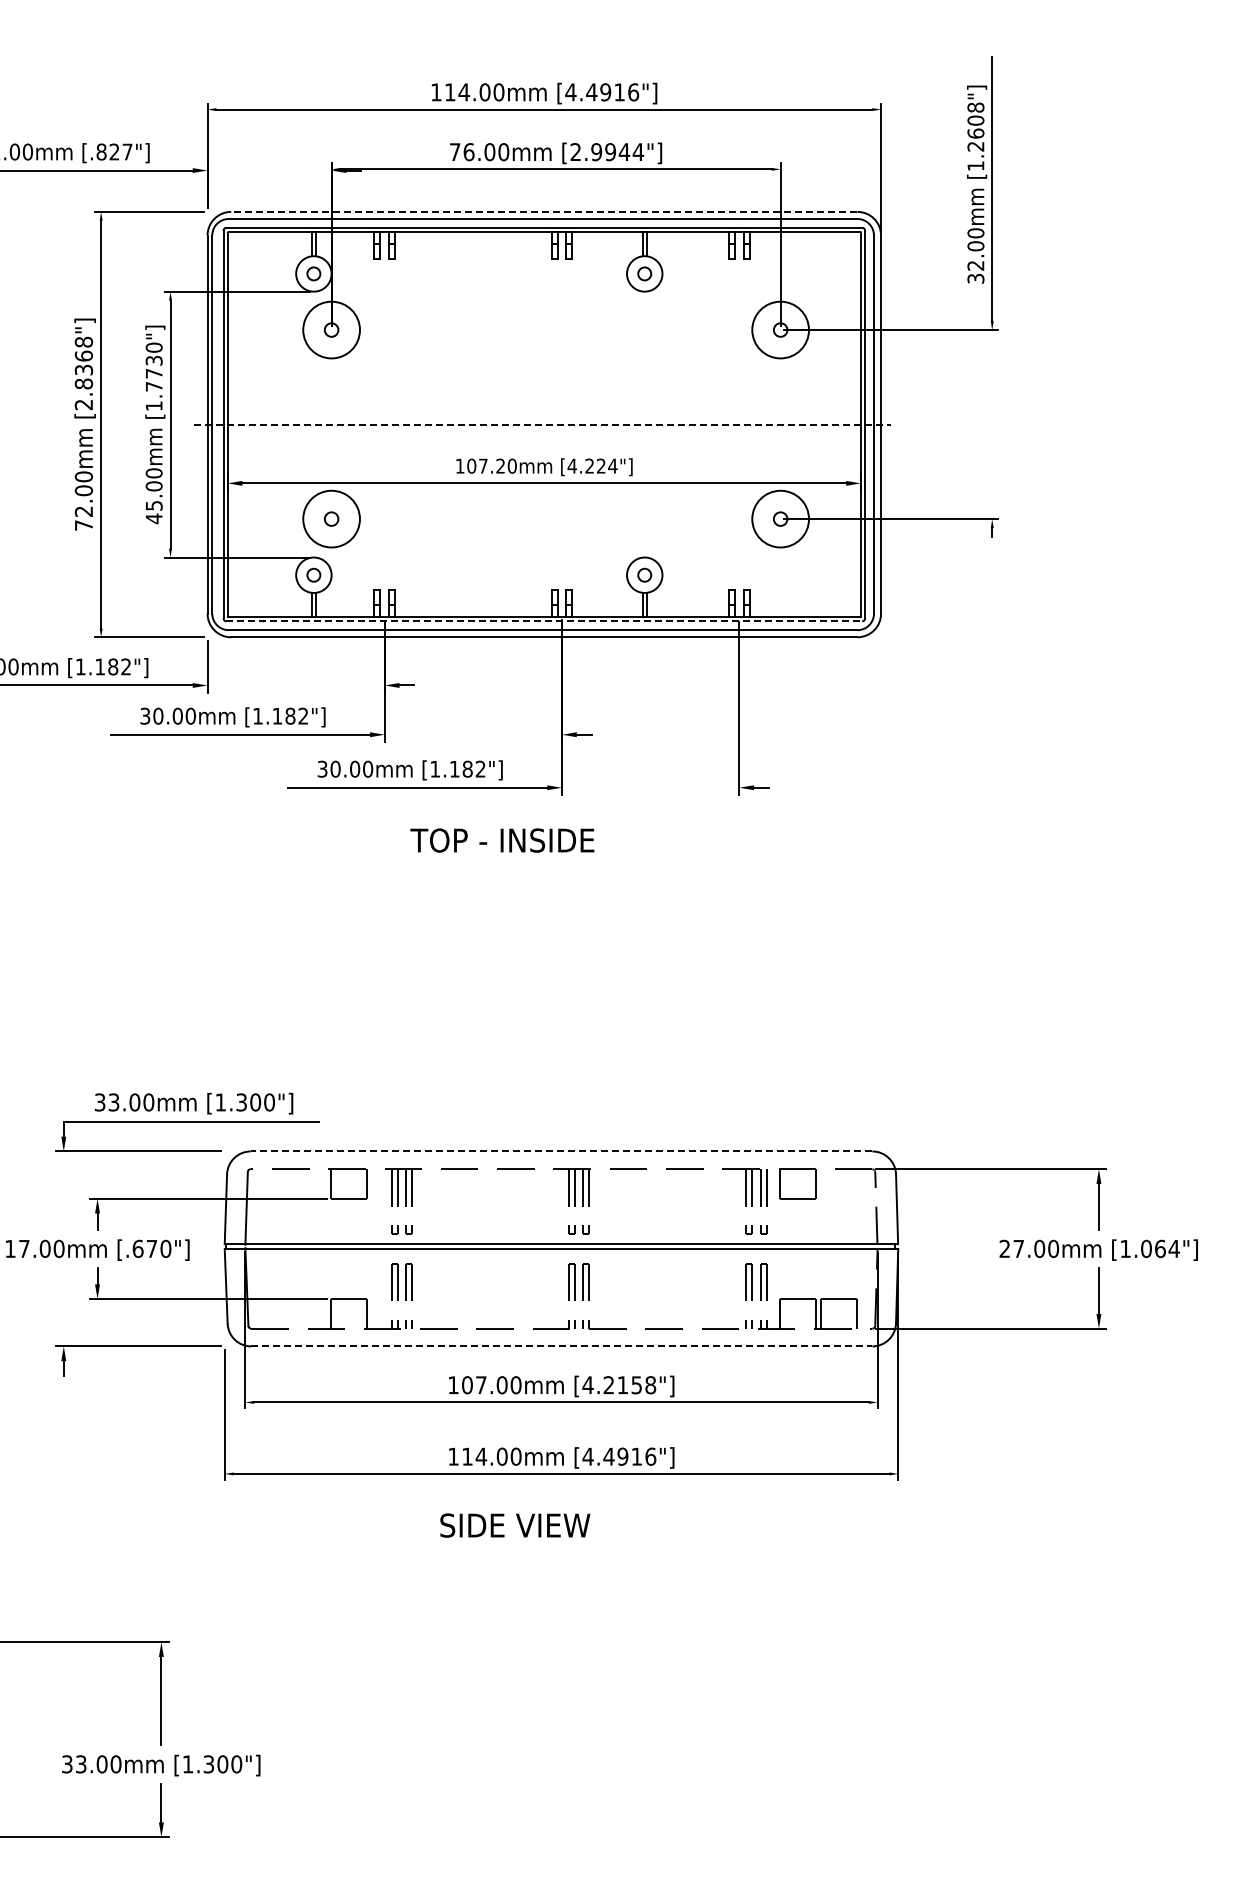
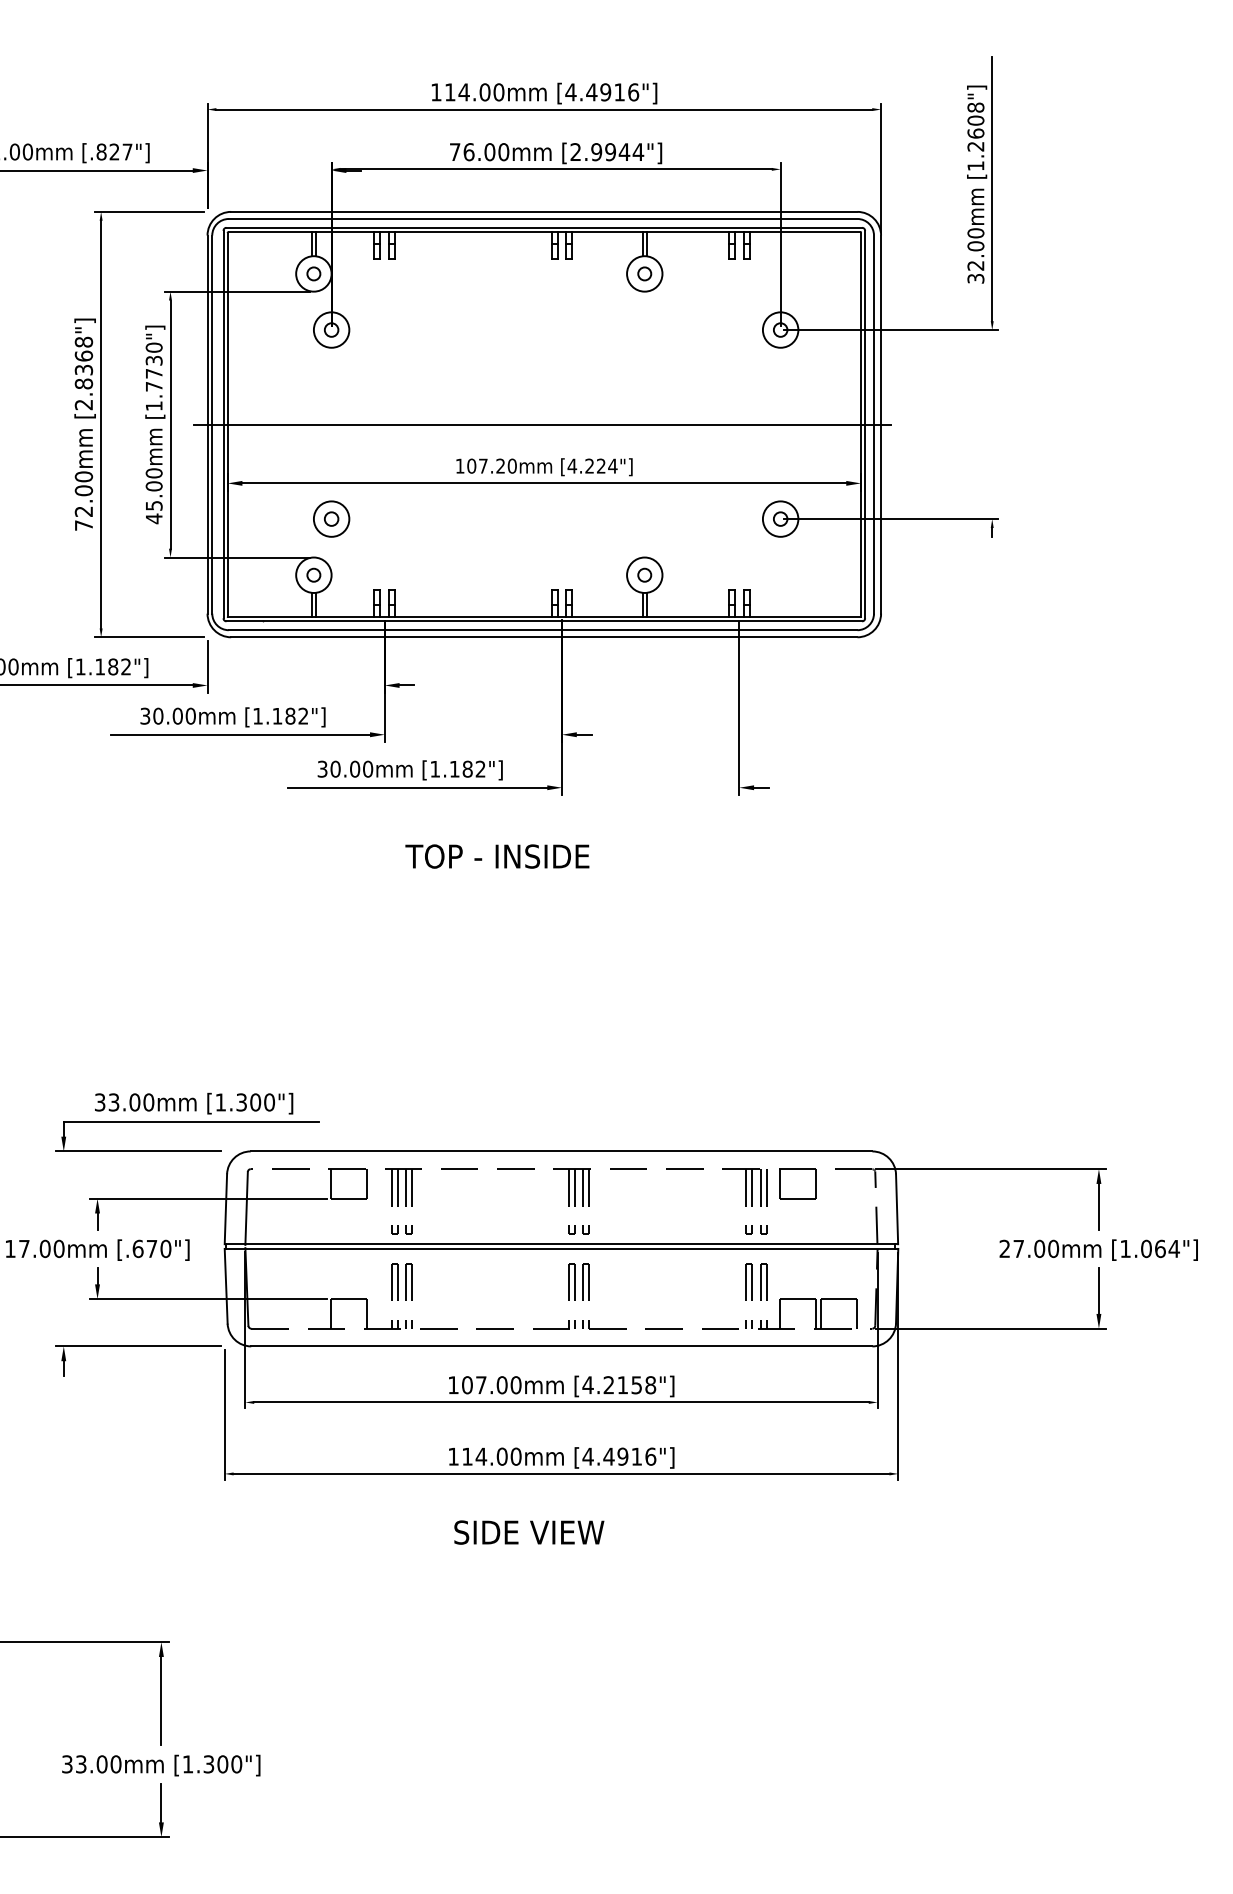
line at (543, 211): dashed -> solid
circle at (331, 329) diameter: 57 px -> 35 px
circle at (780, 329) diameter: 57 px -> 35 px
line at (542, 424): dashed -> solid
circle at (331, 518) diameter: 57 px -> 35 px
circle at (780, 518) diameter: 57 px -> 35 px
line at (544, 621): dashed -> solid
text at (502, 840) position: (502, 840) -> (497, 856)
line at (561, 1151): dashed -> solid
line at (561, 1346): dashed -> solid
text at (515, 1525) position: (515, 1525) -> (529, 1532)
